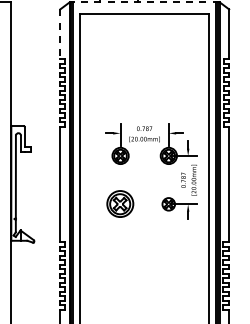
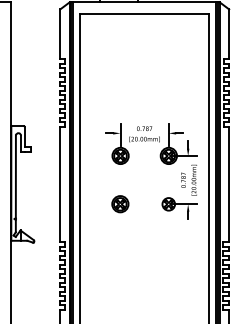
line at (144, 2): dashed -> solid
line at (60, 34): dashed -> solid
part at (120, 203) size: 29x28 px -> 19x19 px
